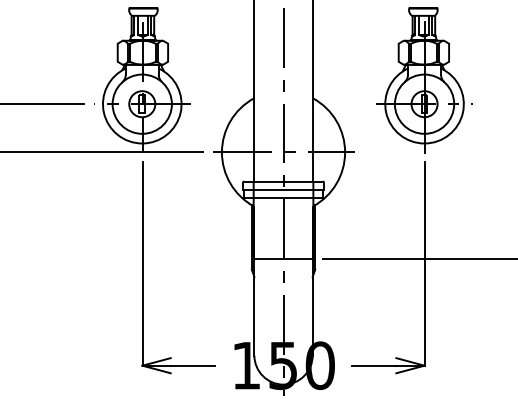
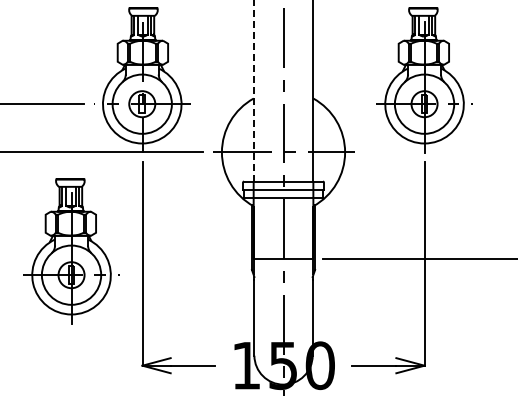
line at (253, 90): solid -> dashed
part at (71, 251): none -> present
